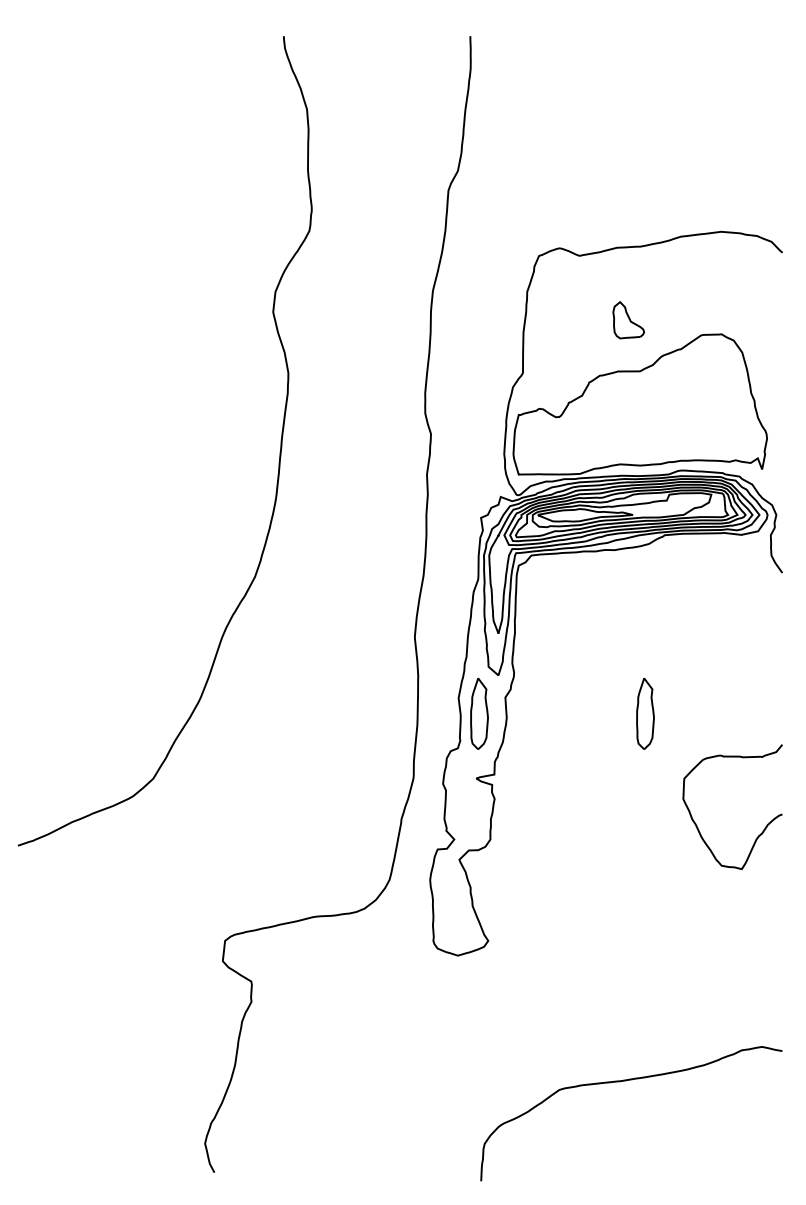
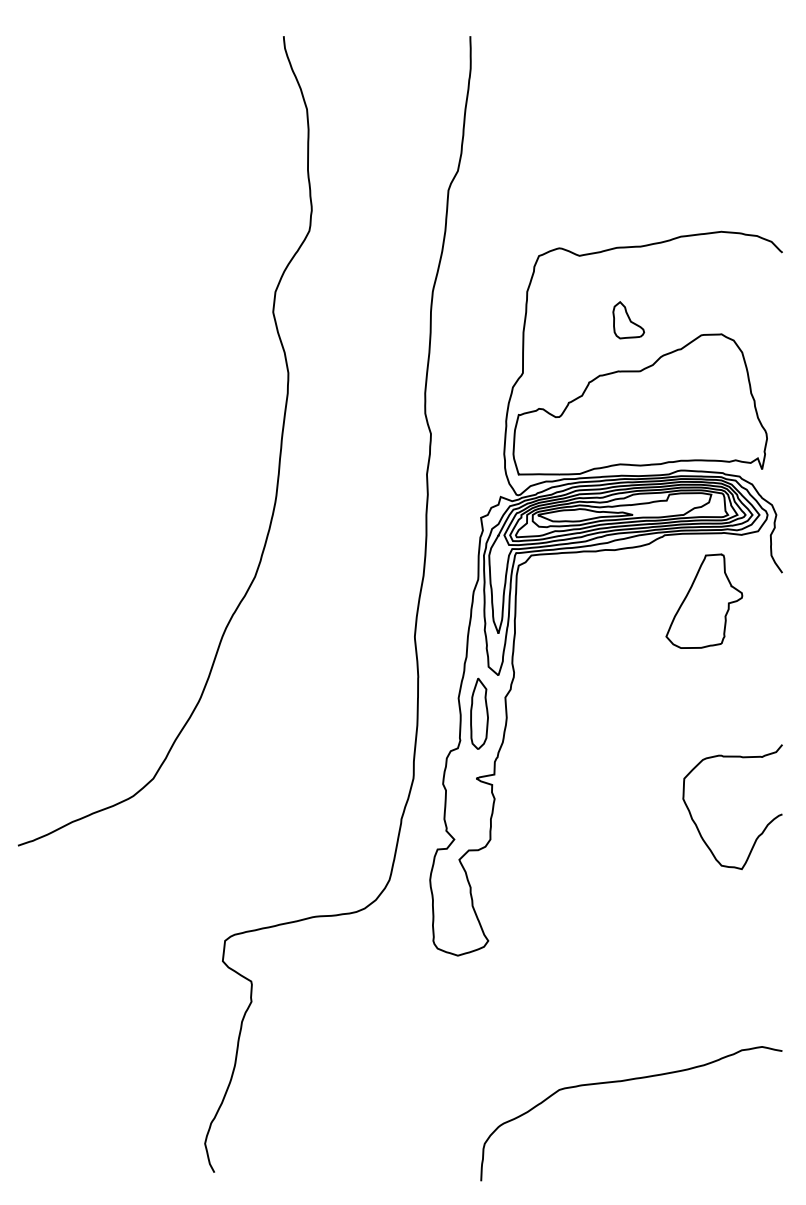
part at (704, 600): none -> present
part at (645, 713): present -> none
